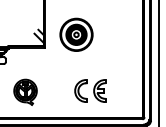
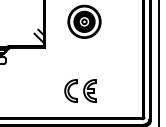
part at (76, 34) position: (76, 34) -> (84, 21)
part at (90, 90) position: (90, 90) -> (80, 90)
part at (25, 91): present -> none
